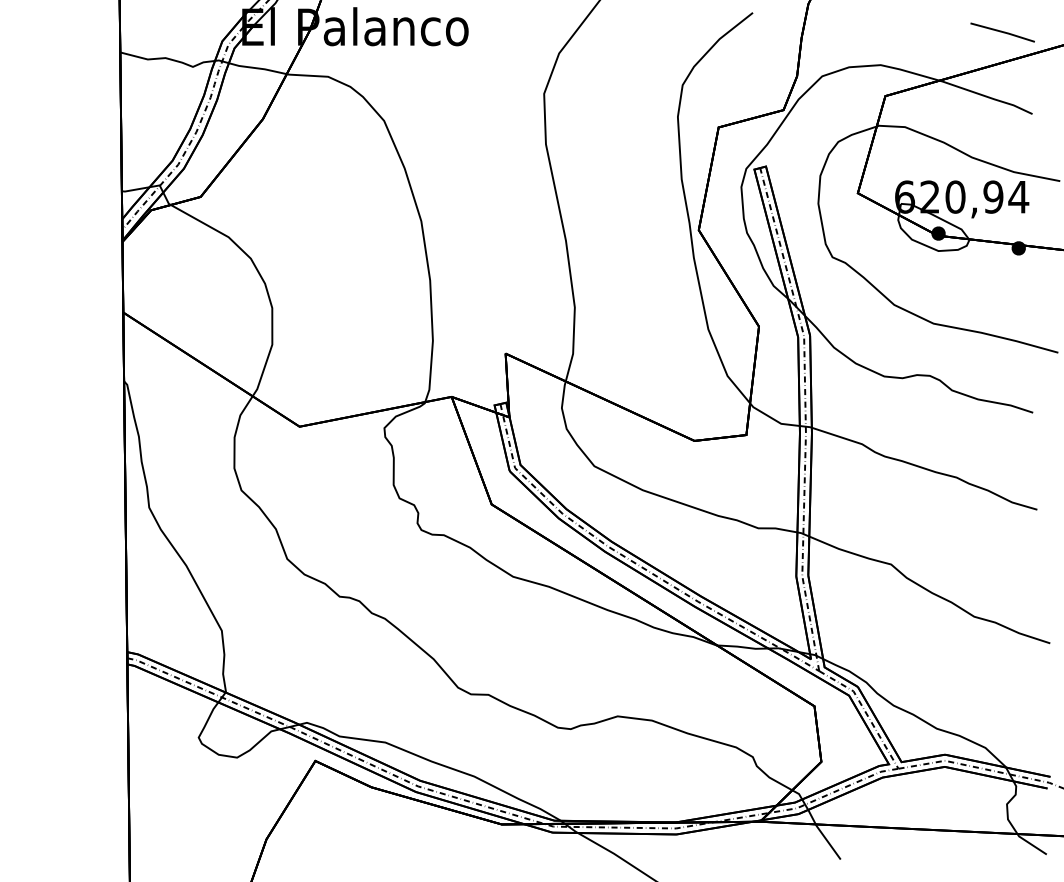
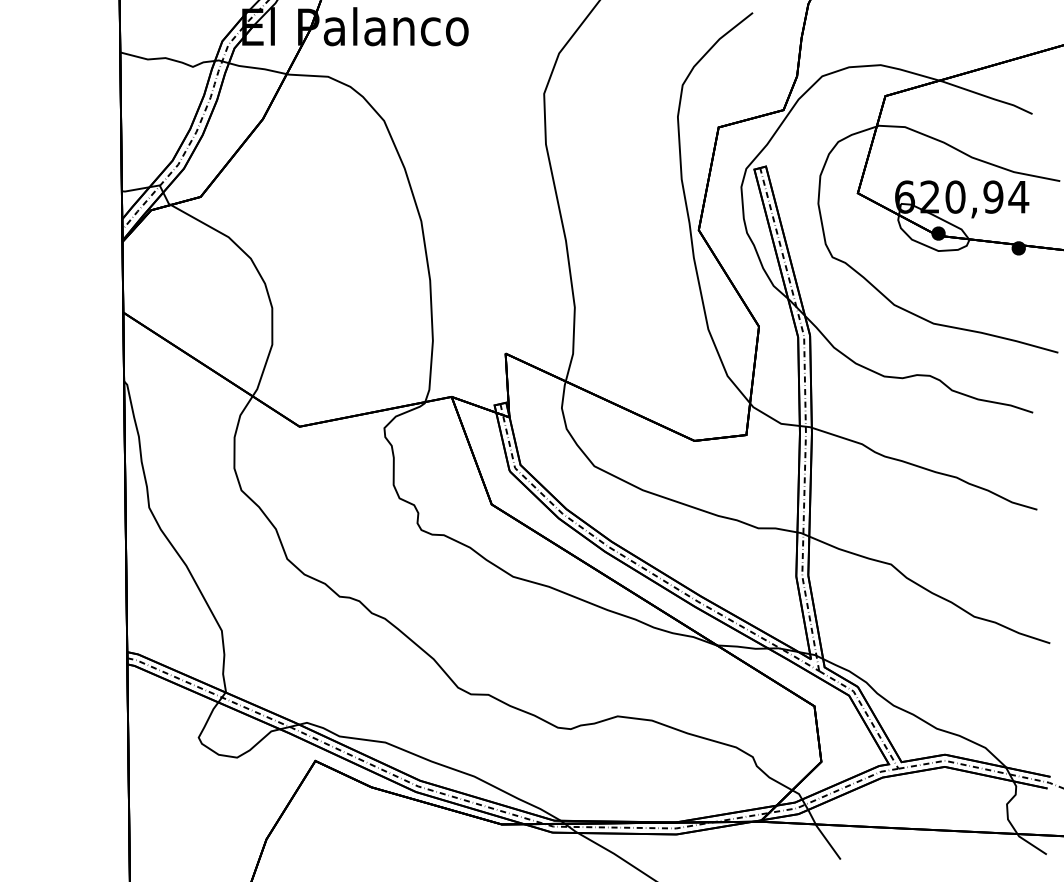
line at (1002, 32): present -> none
